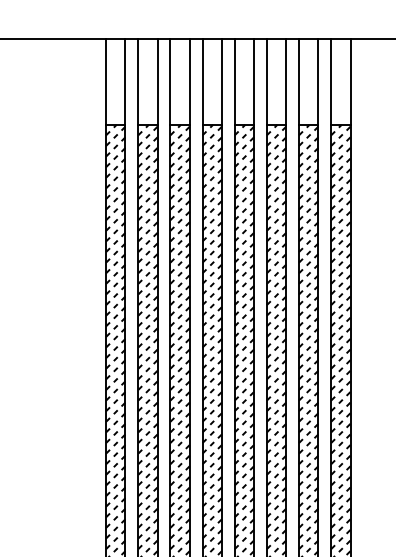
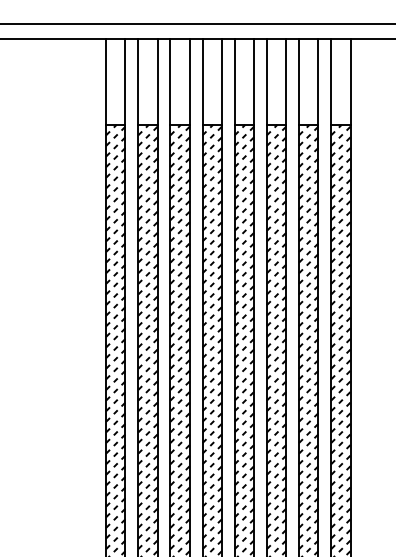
line at (197, 24): none -> present
